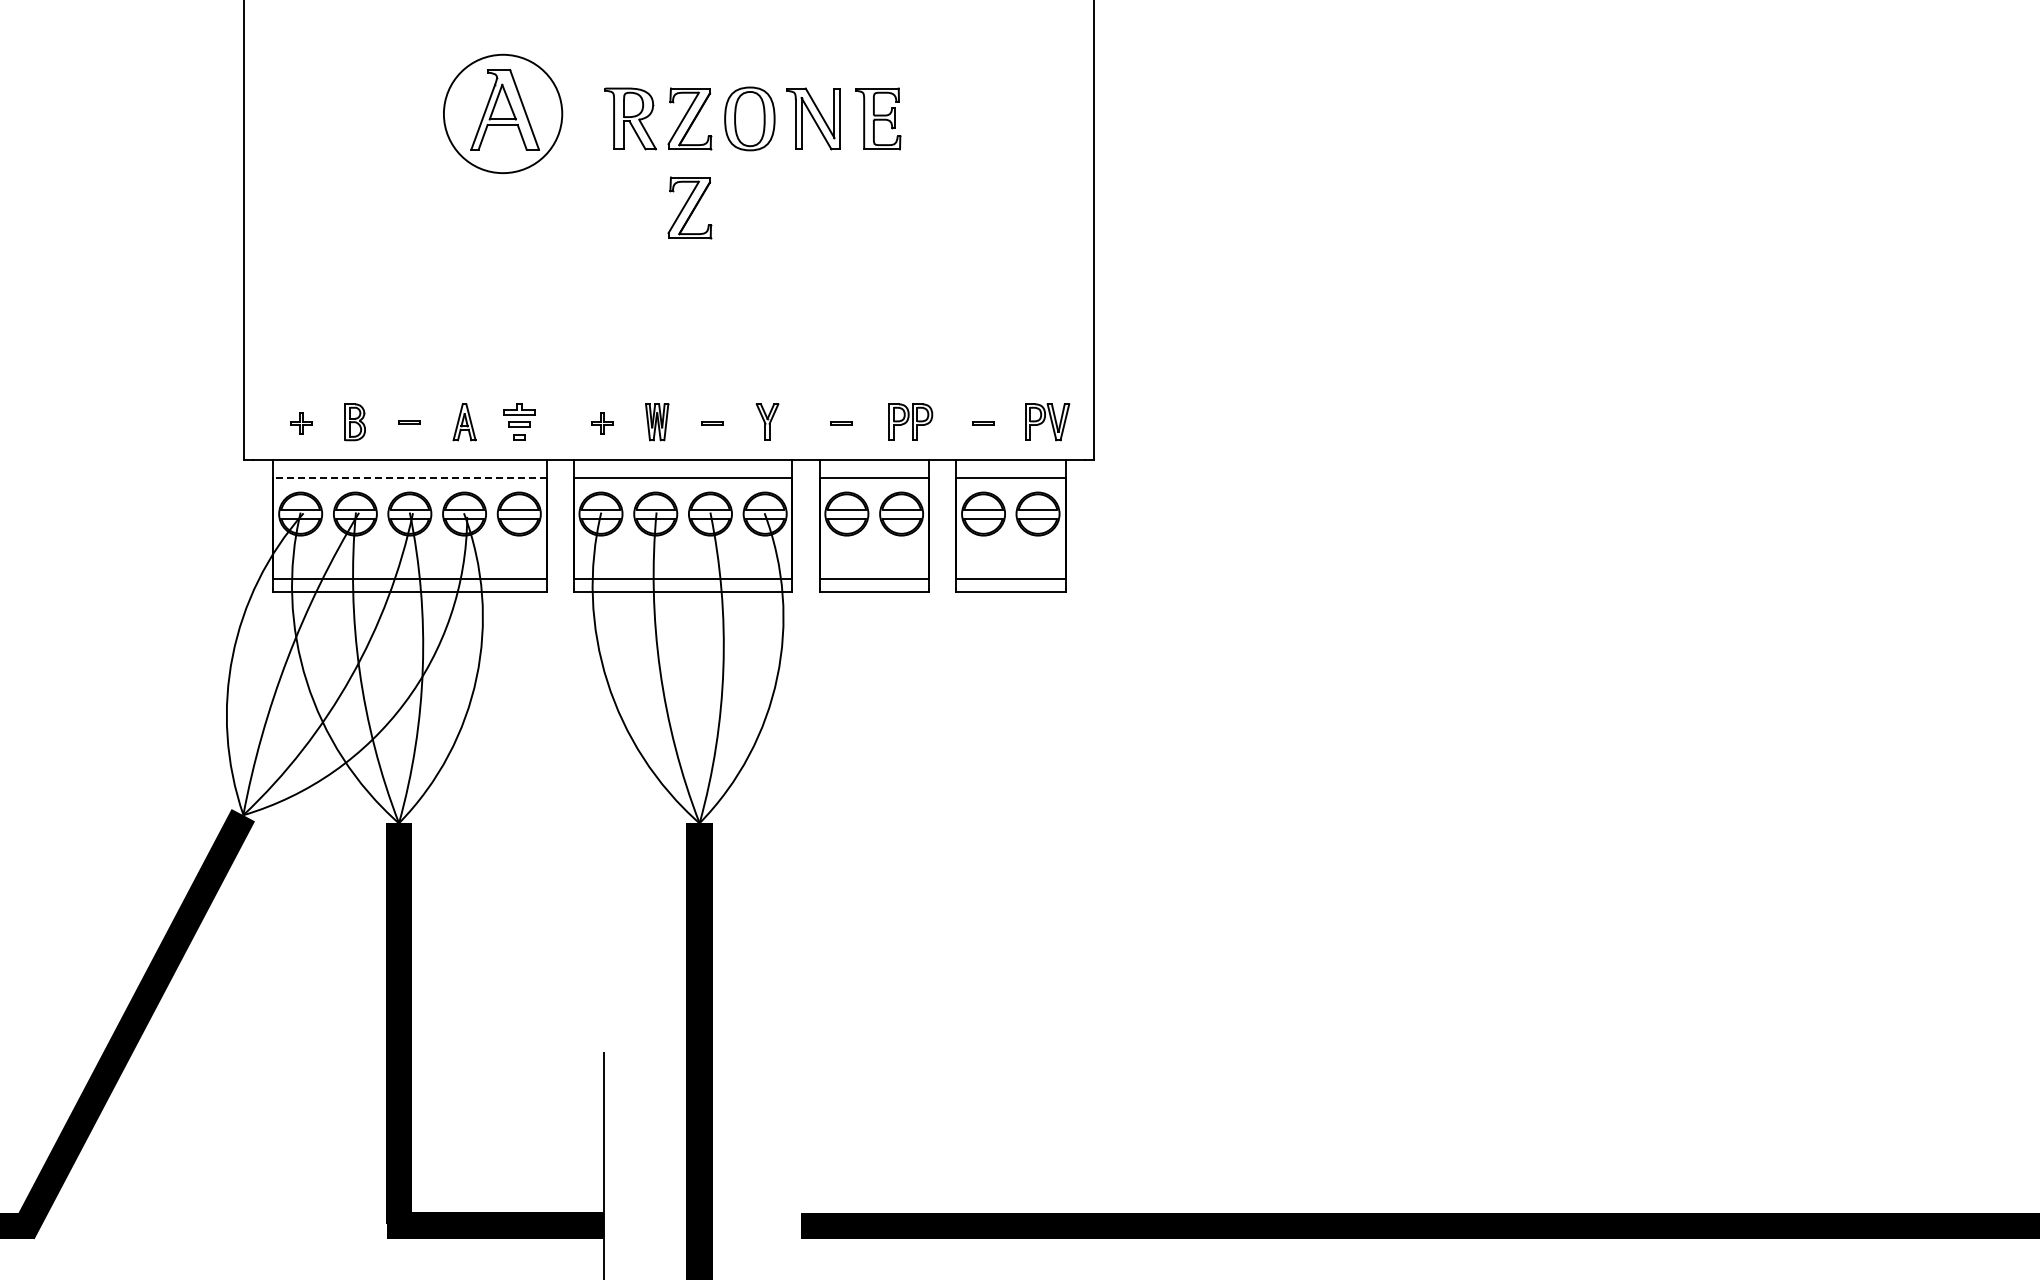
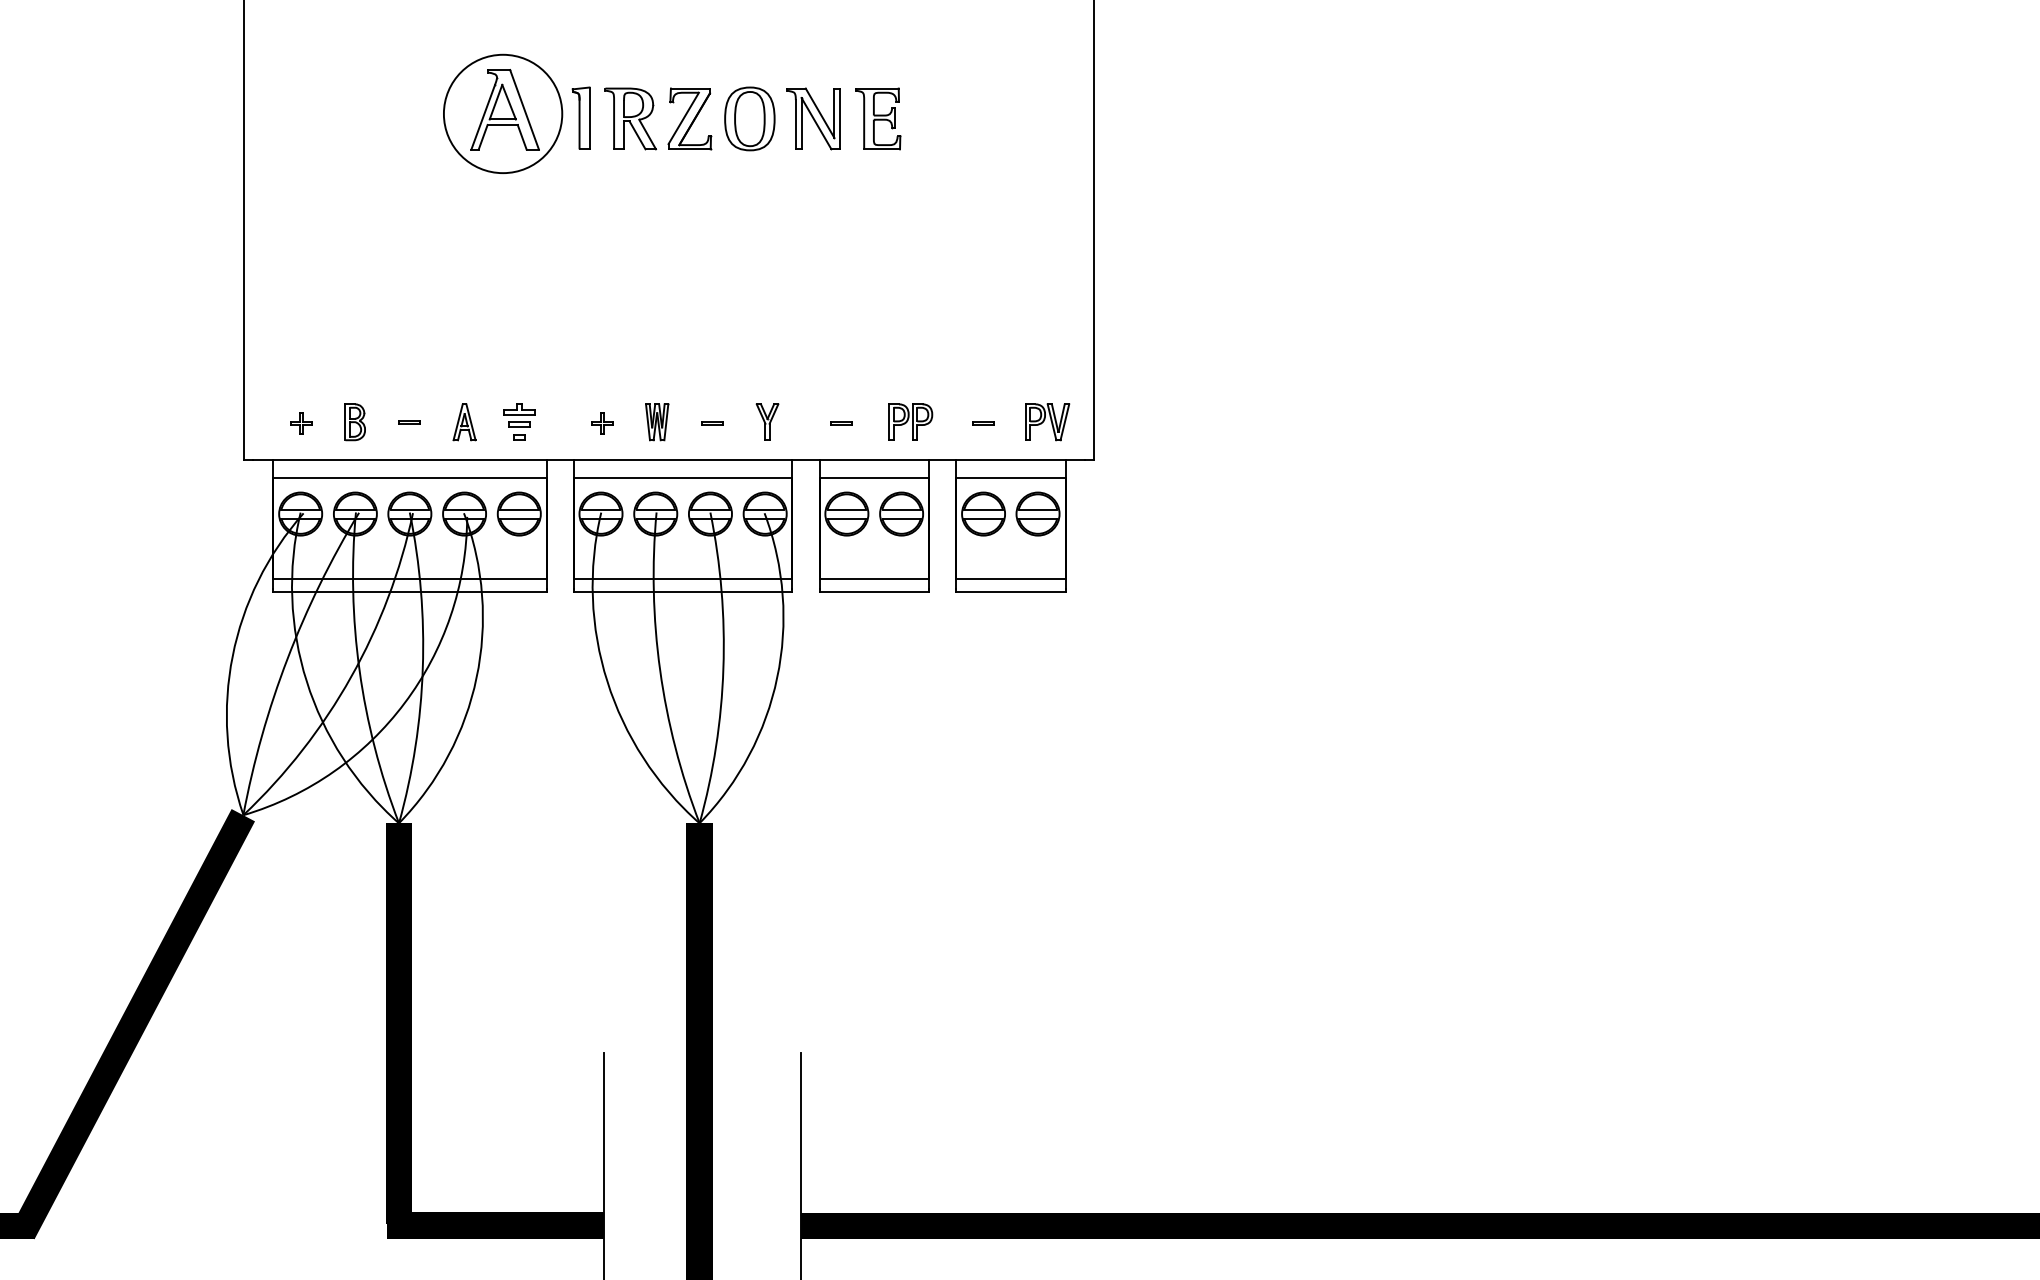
part at (580, 117): none -> present
part at (689, 207): present -> none
line at (409, 478): dashed -> solid
line at (801, 1164): none -> present
